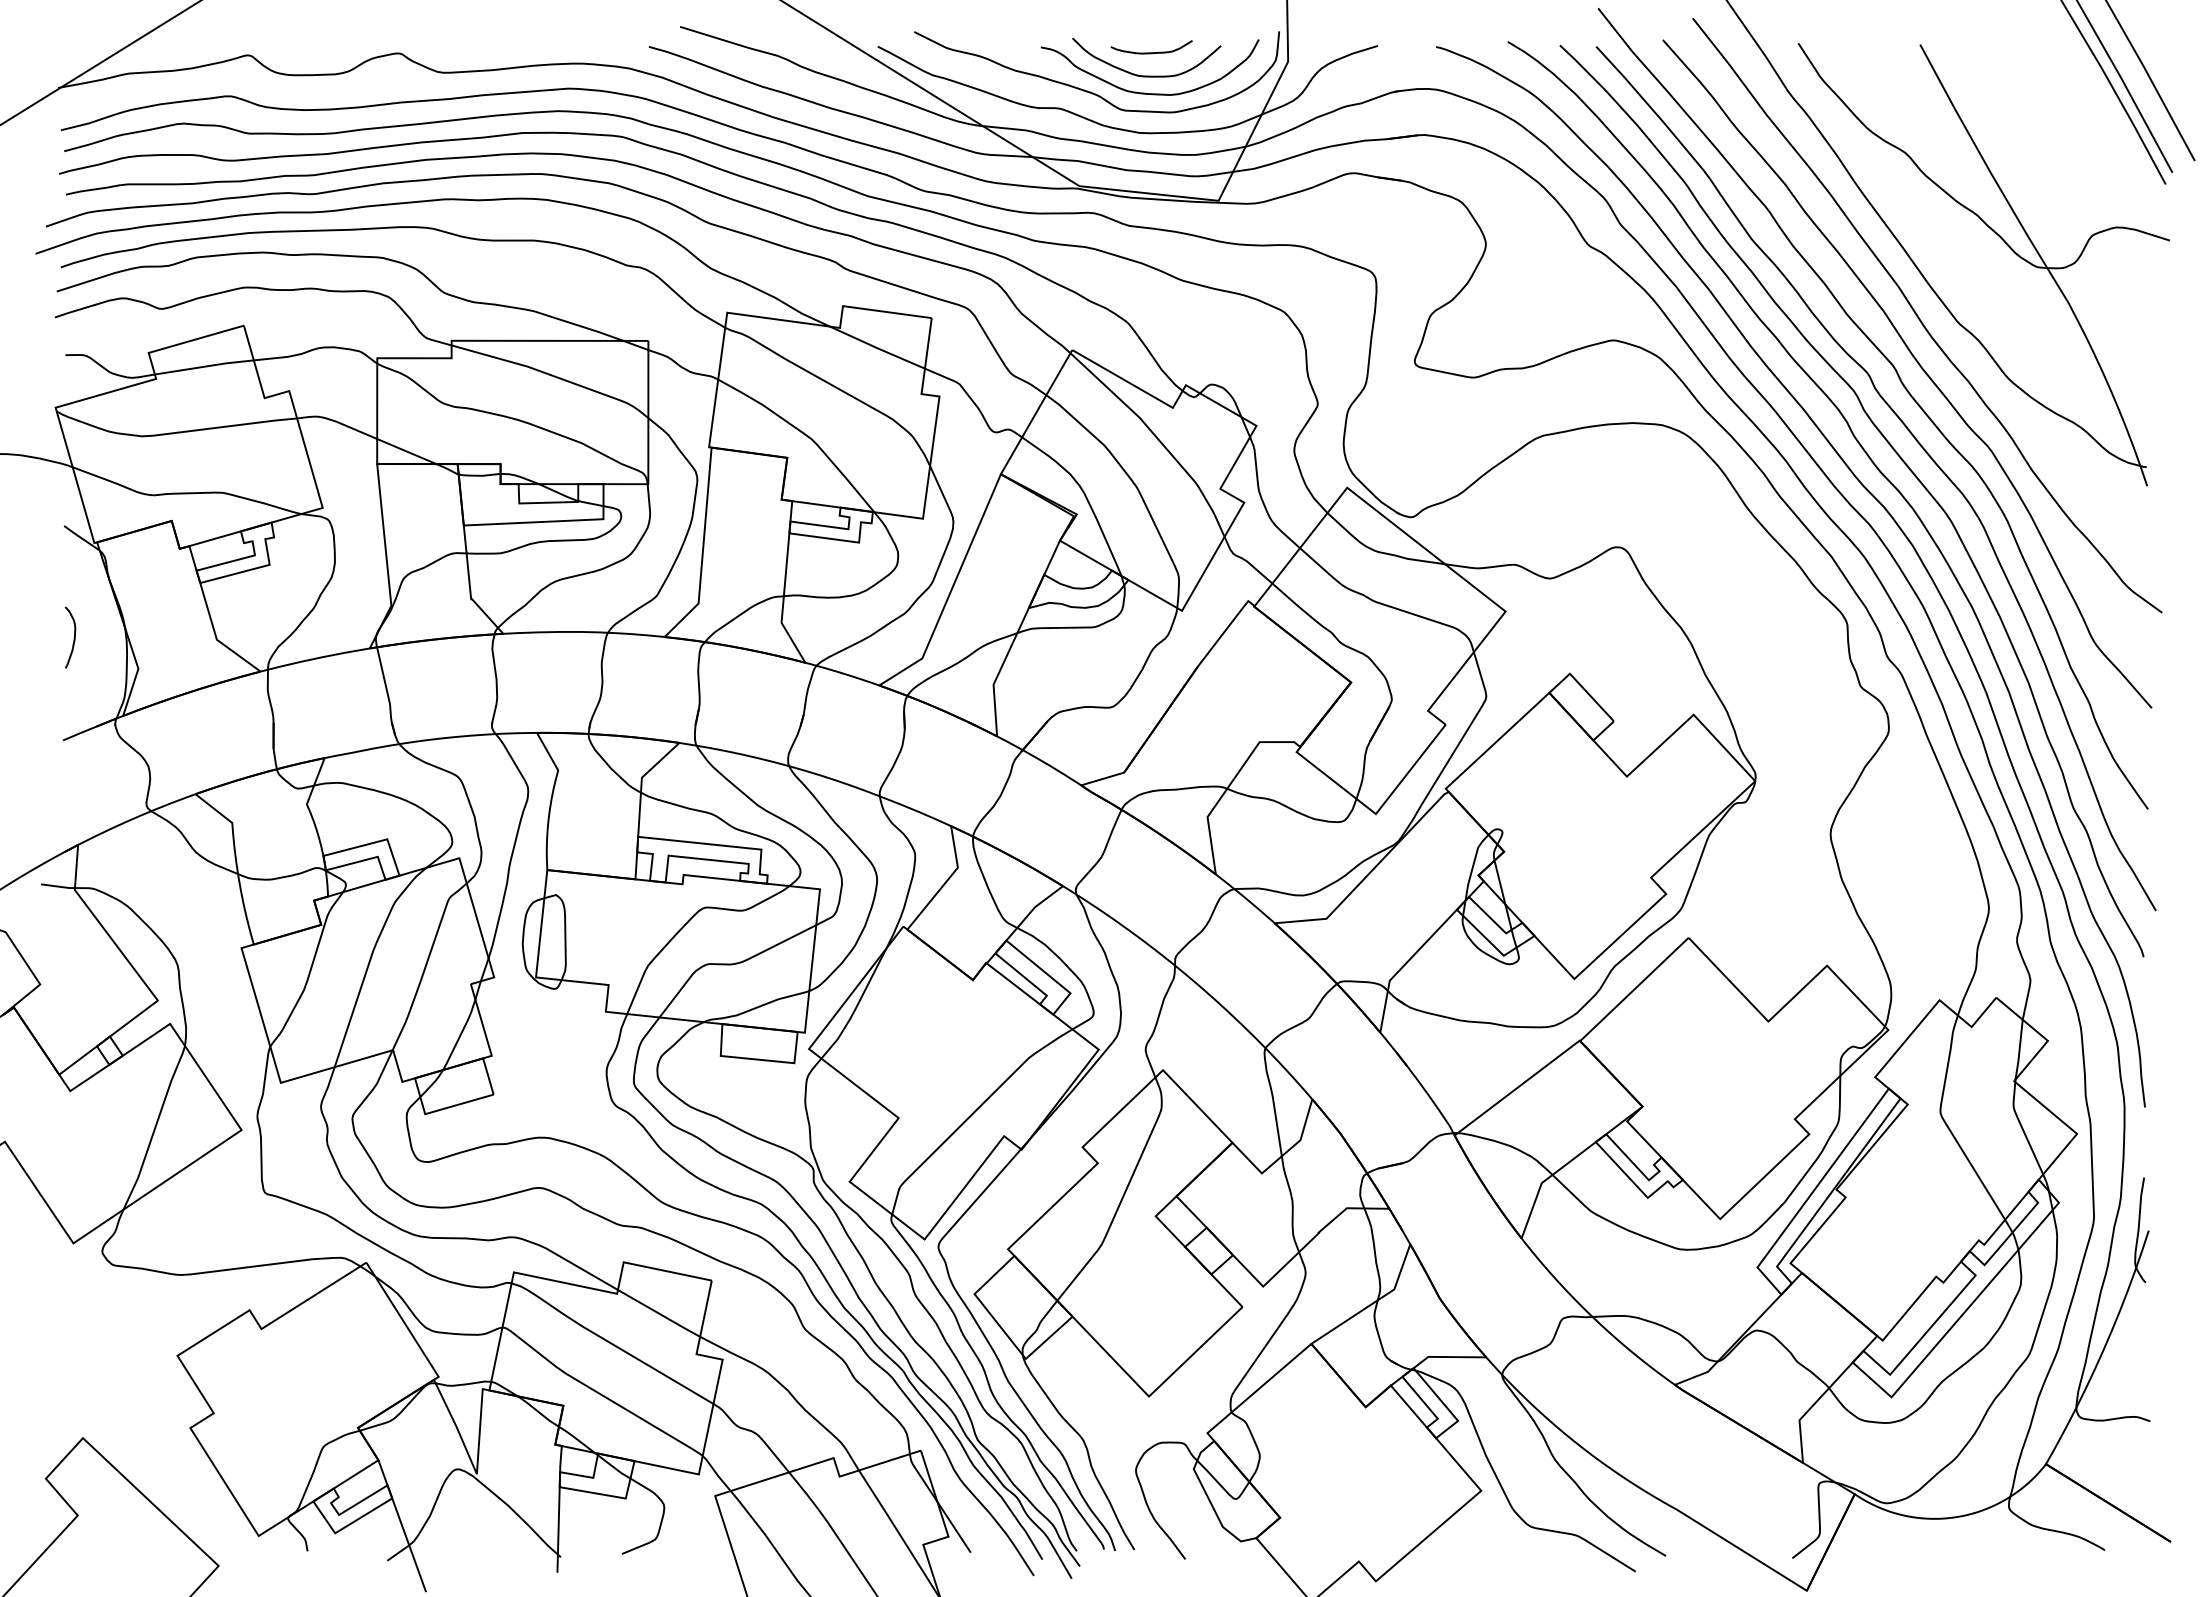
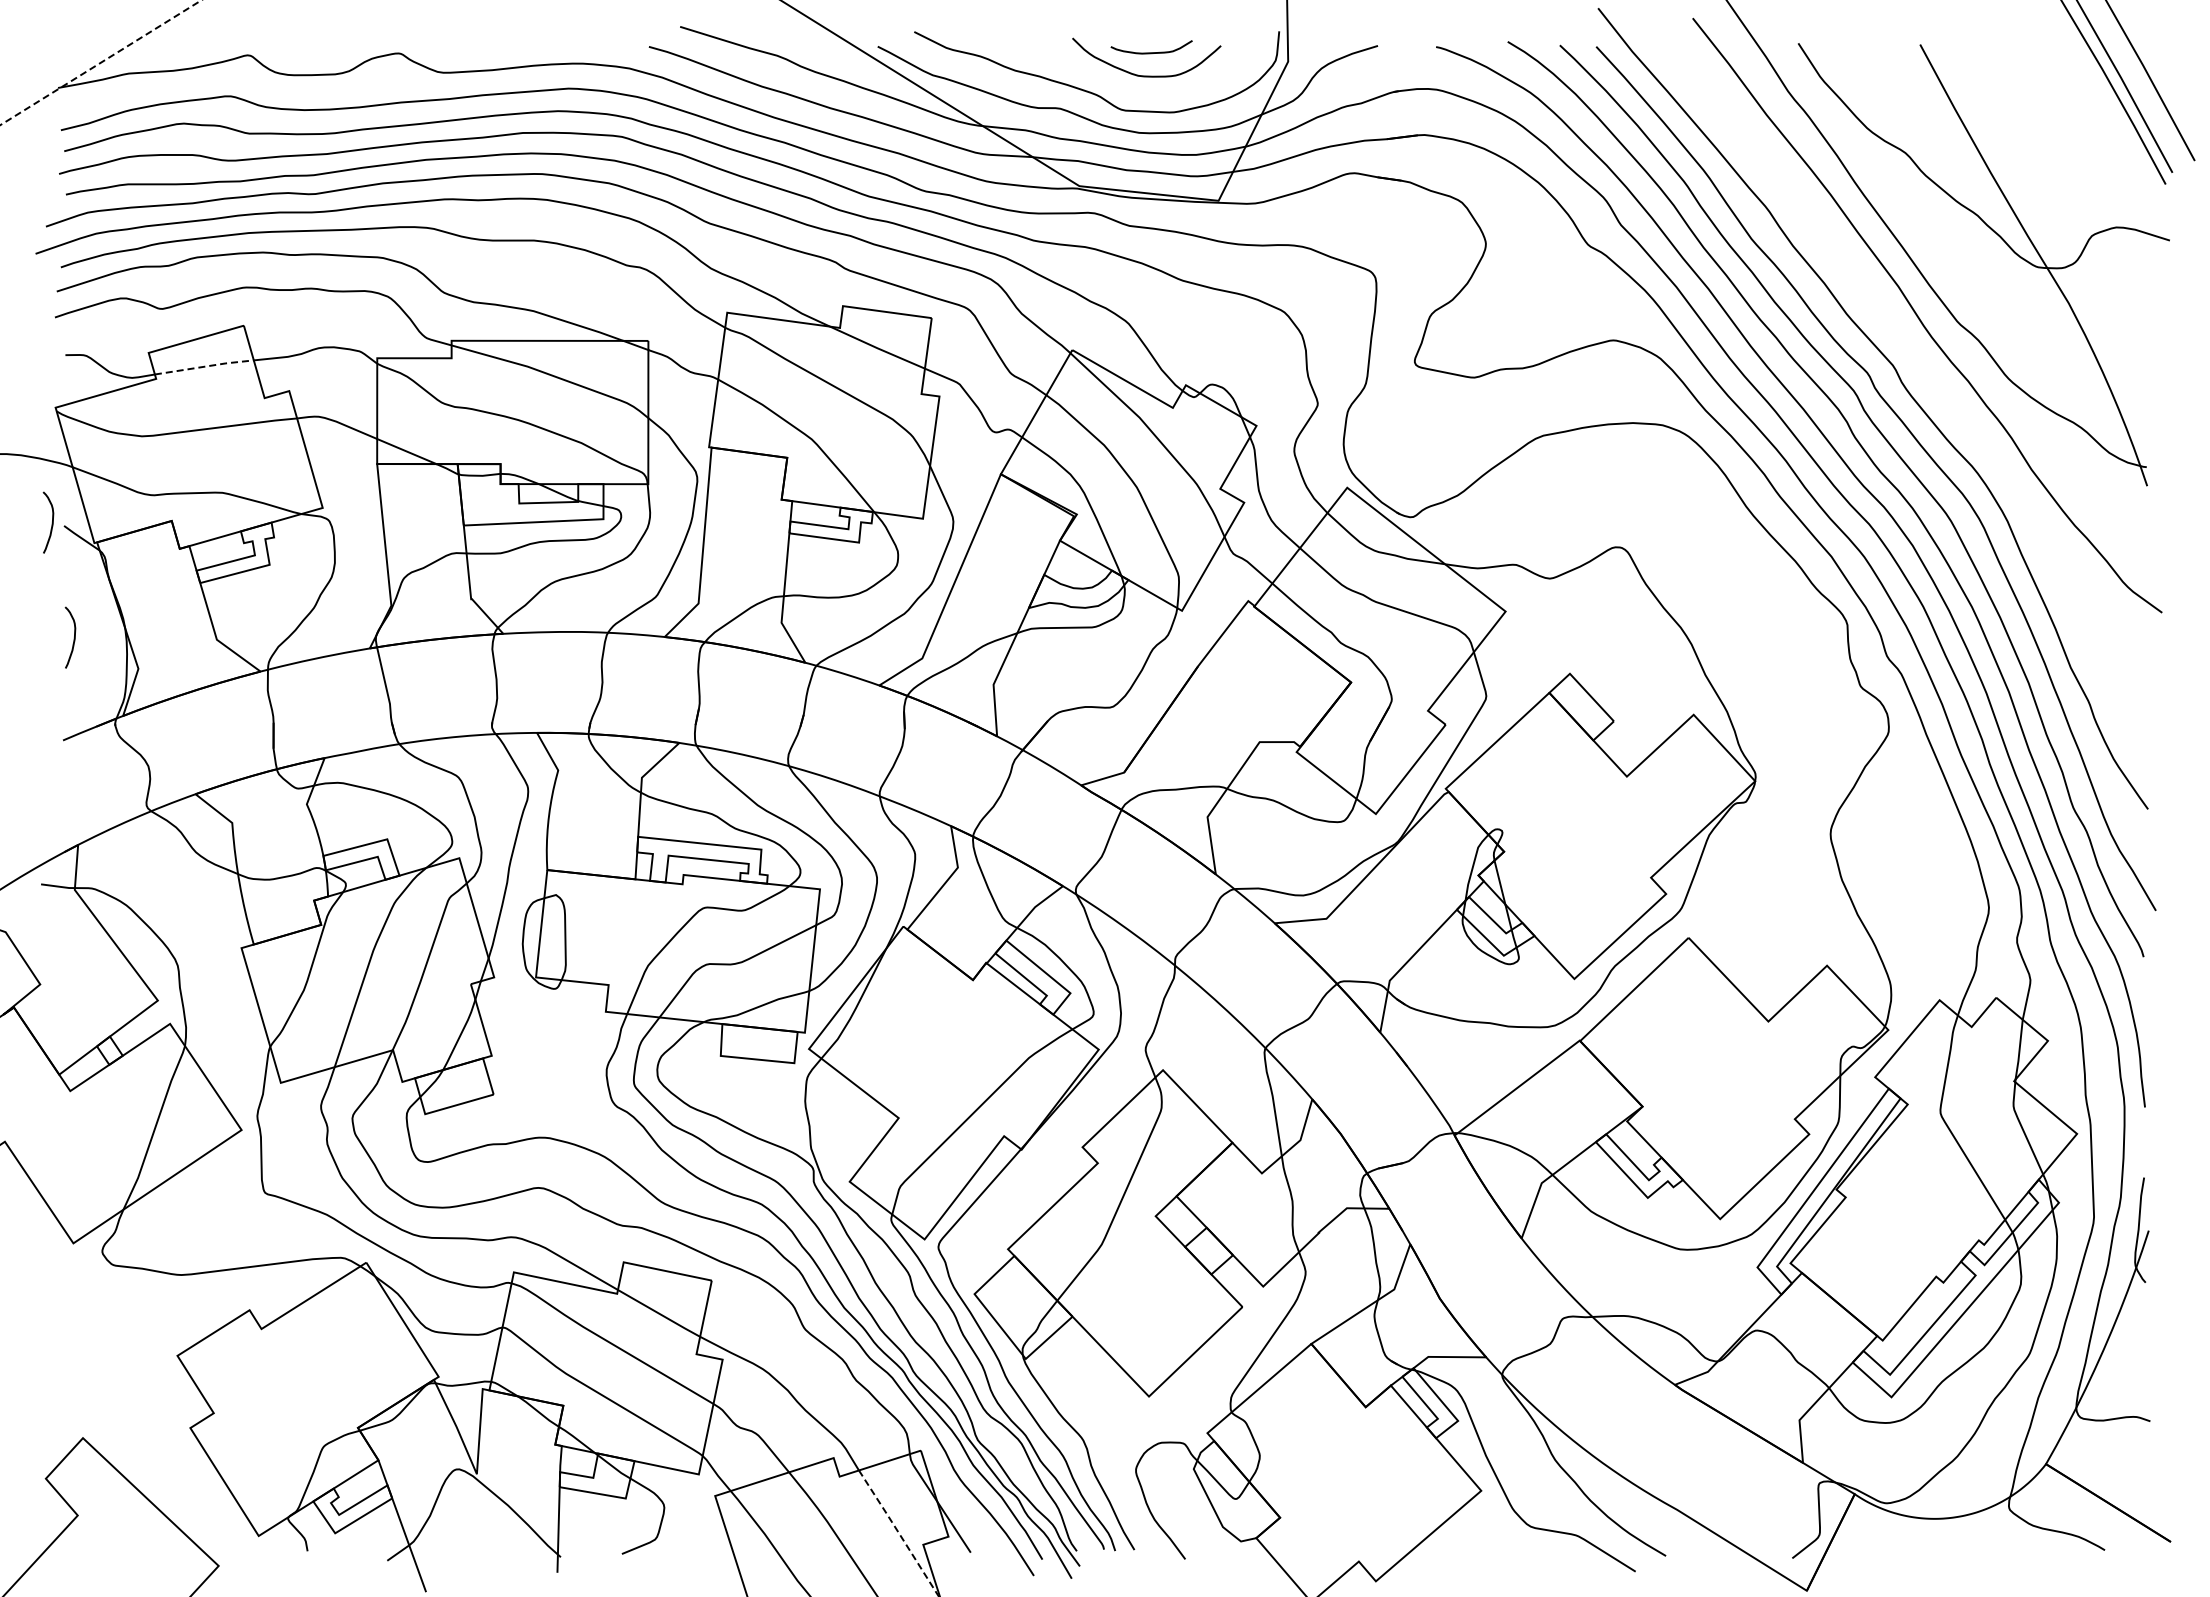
line at (100, 62): solid -> dashed
curve at (1145, 92): present -> none
line at (205, 366): solid -> dashed
curve at (1919, 366): present -> none
curve at (51, 523): none -> present
line at (899, 1533): solid -> dashed
